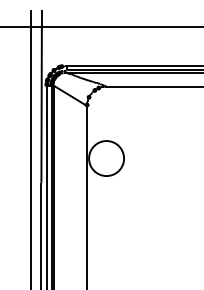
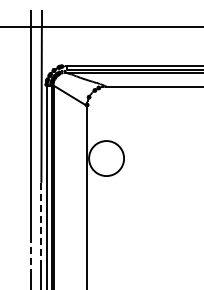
line at (41, 224): solid -> dashed
line at (31, 257): solid -> dashed
